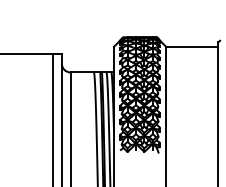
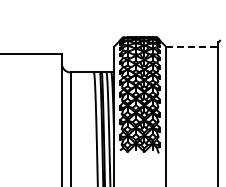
line at (192, 46): solid -> dashed
line at (53, 118): present -> none
